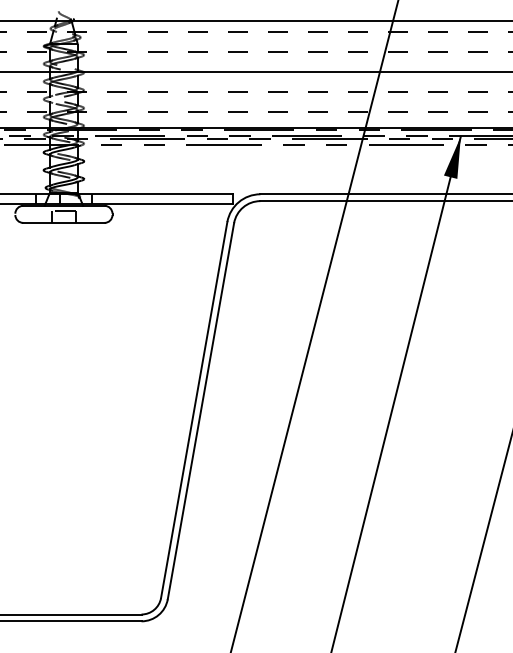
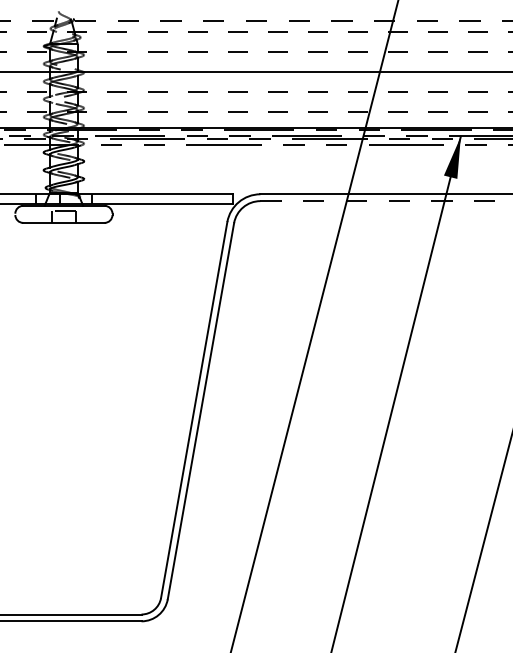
line at (257, 20): solid -> dashed
line at (386, 201): solid -> dashed
